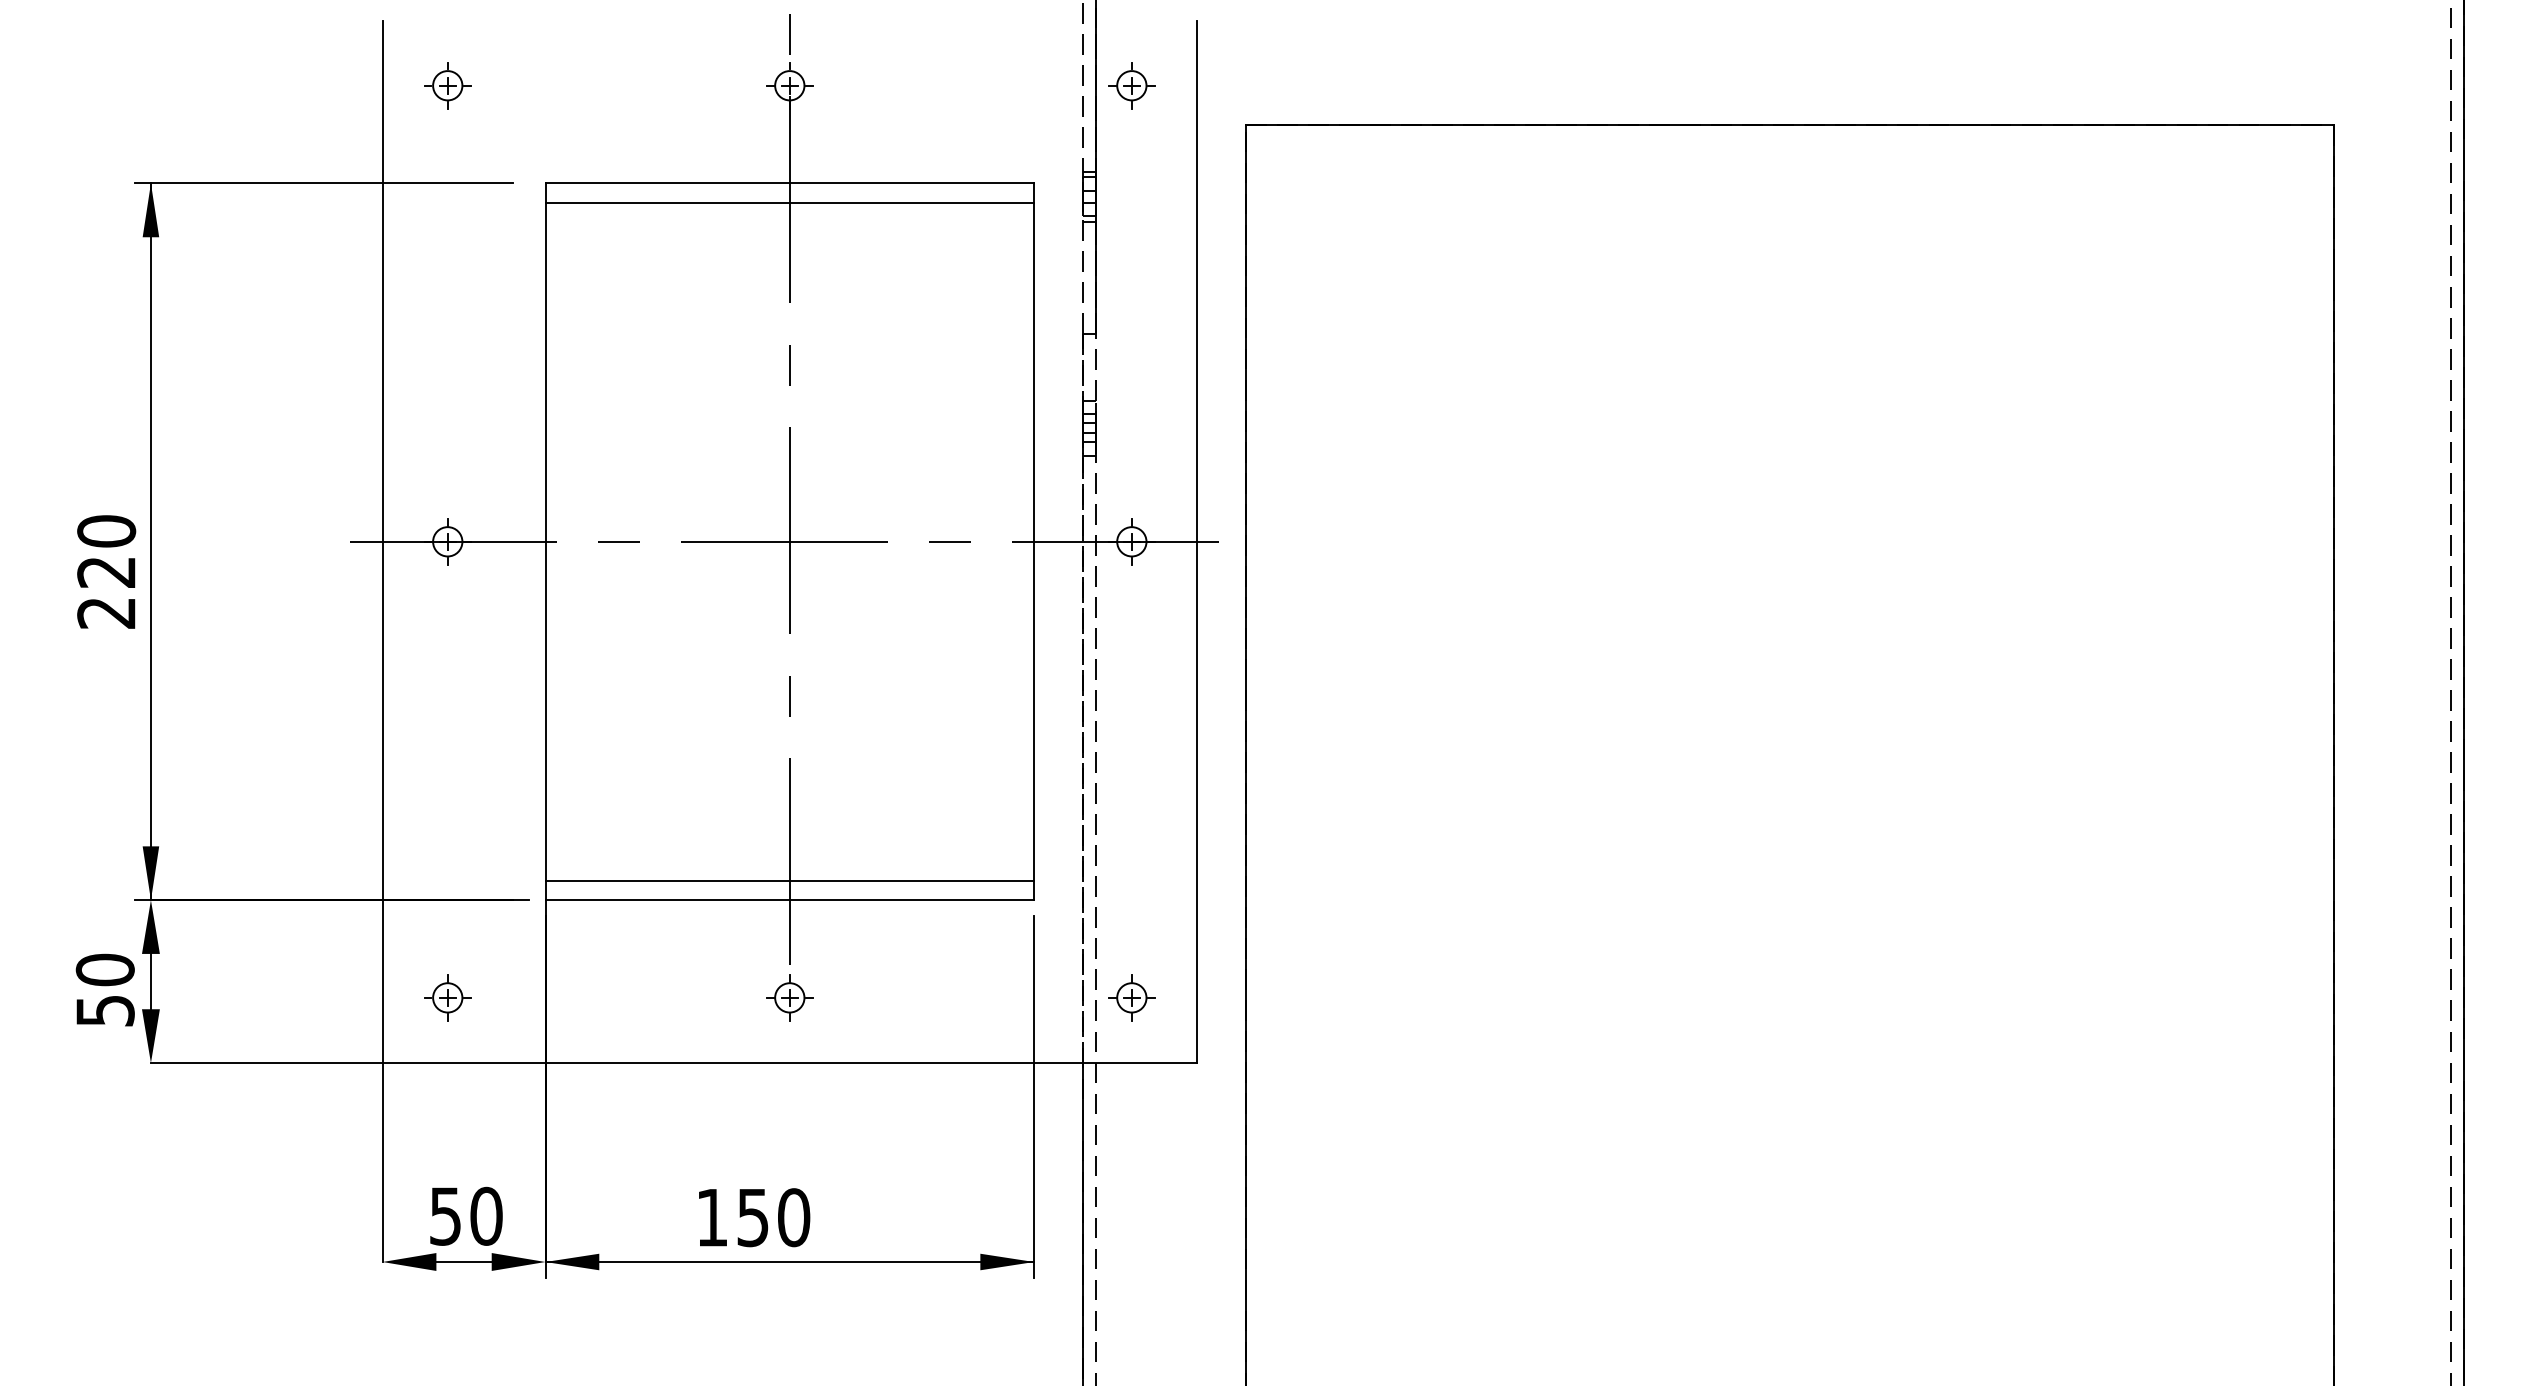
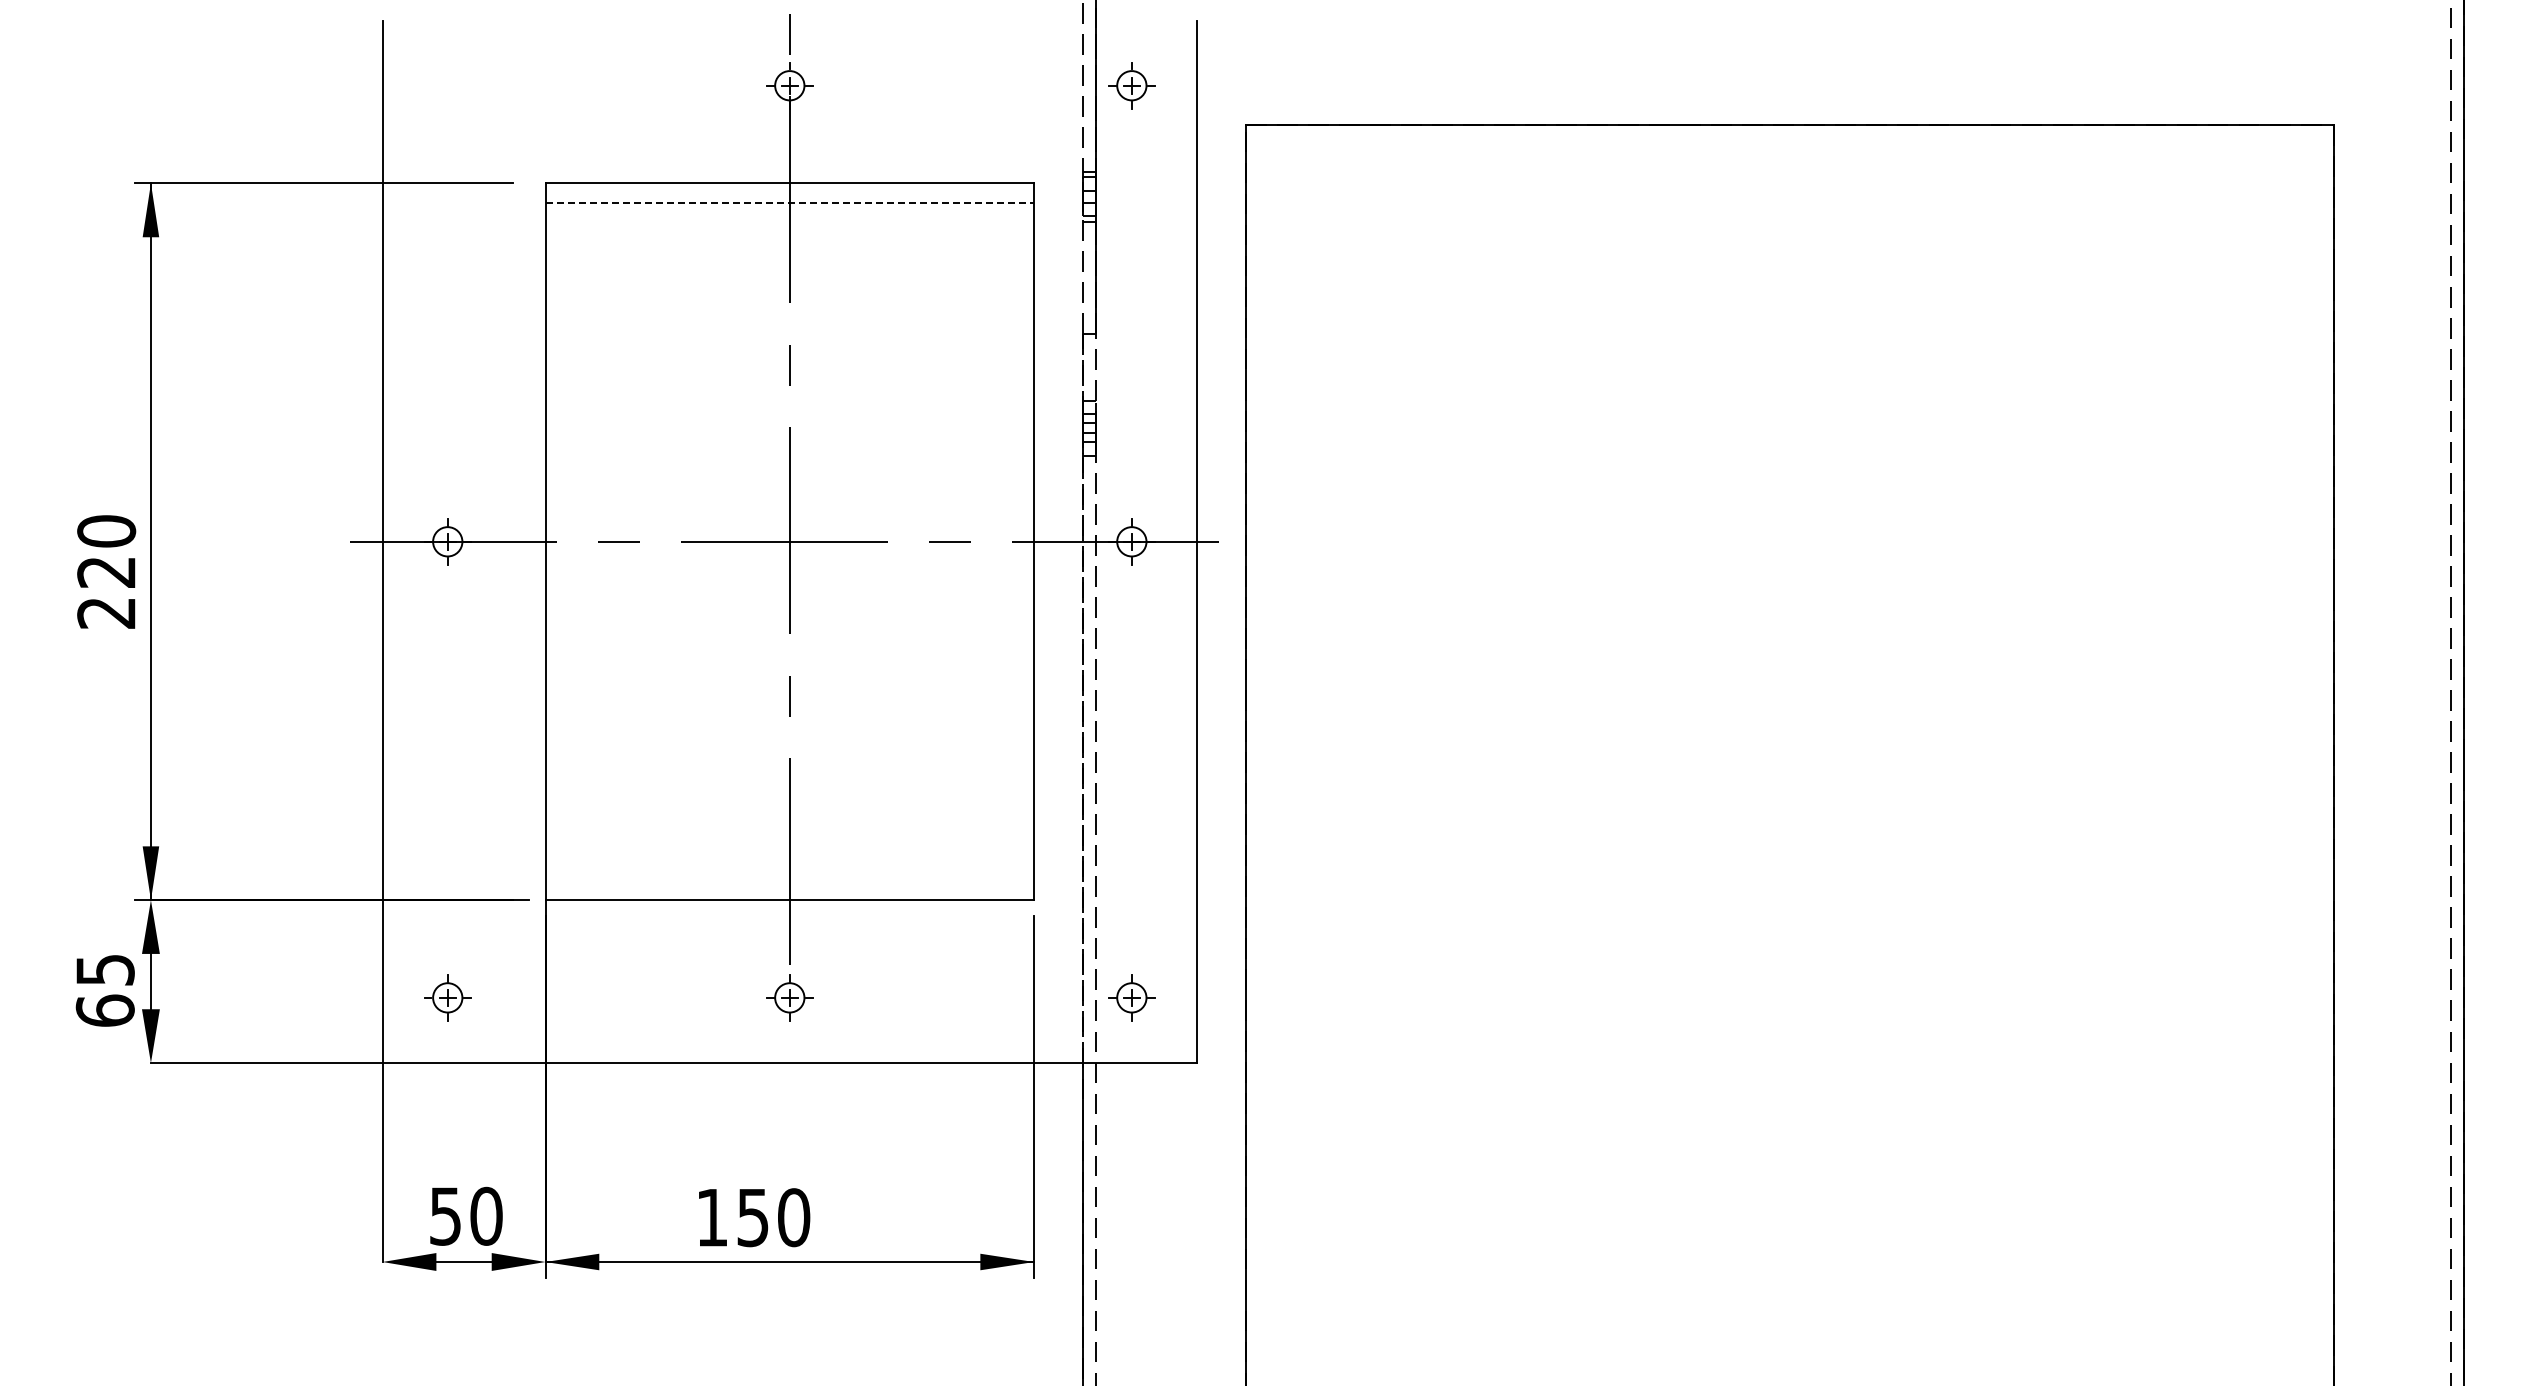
part at (447, 85): present -> none
line at (790, 203): solid -> dashed
line at (789, 880): present -> none
text at (104, 989): 50 -> 65
